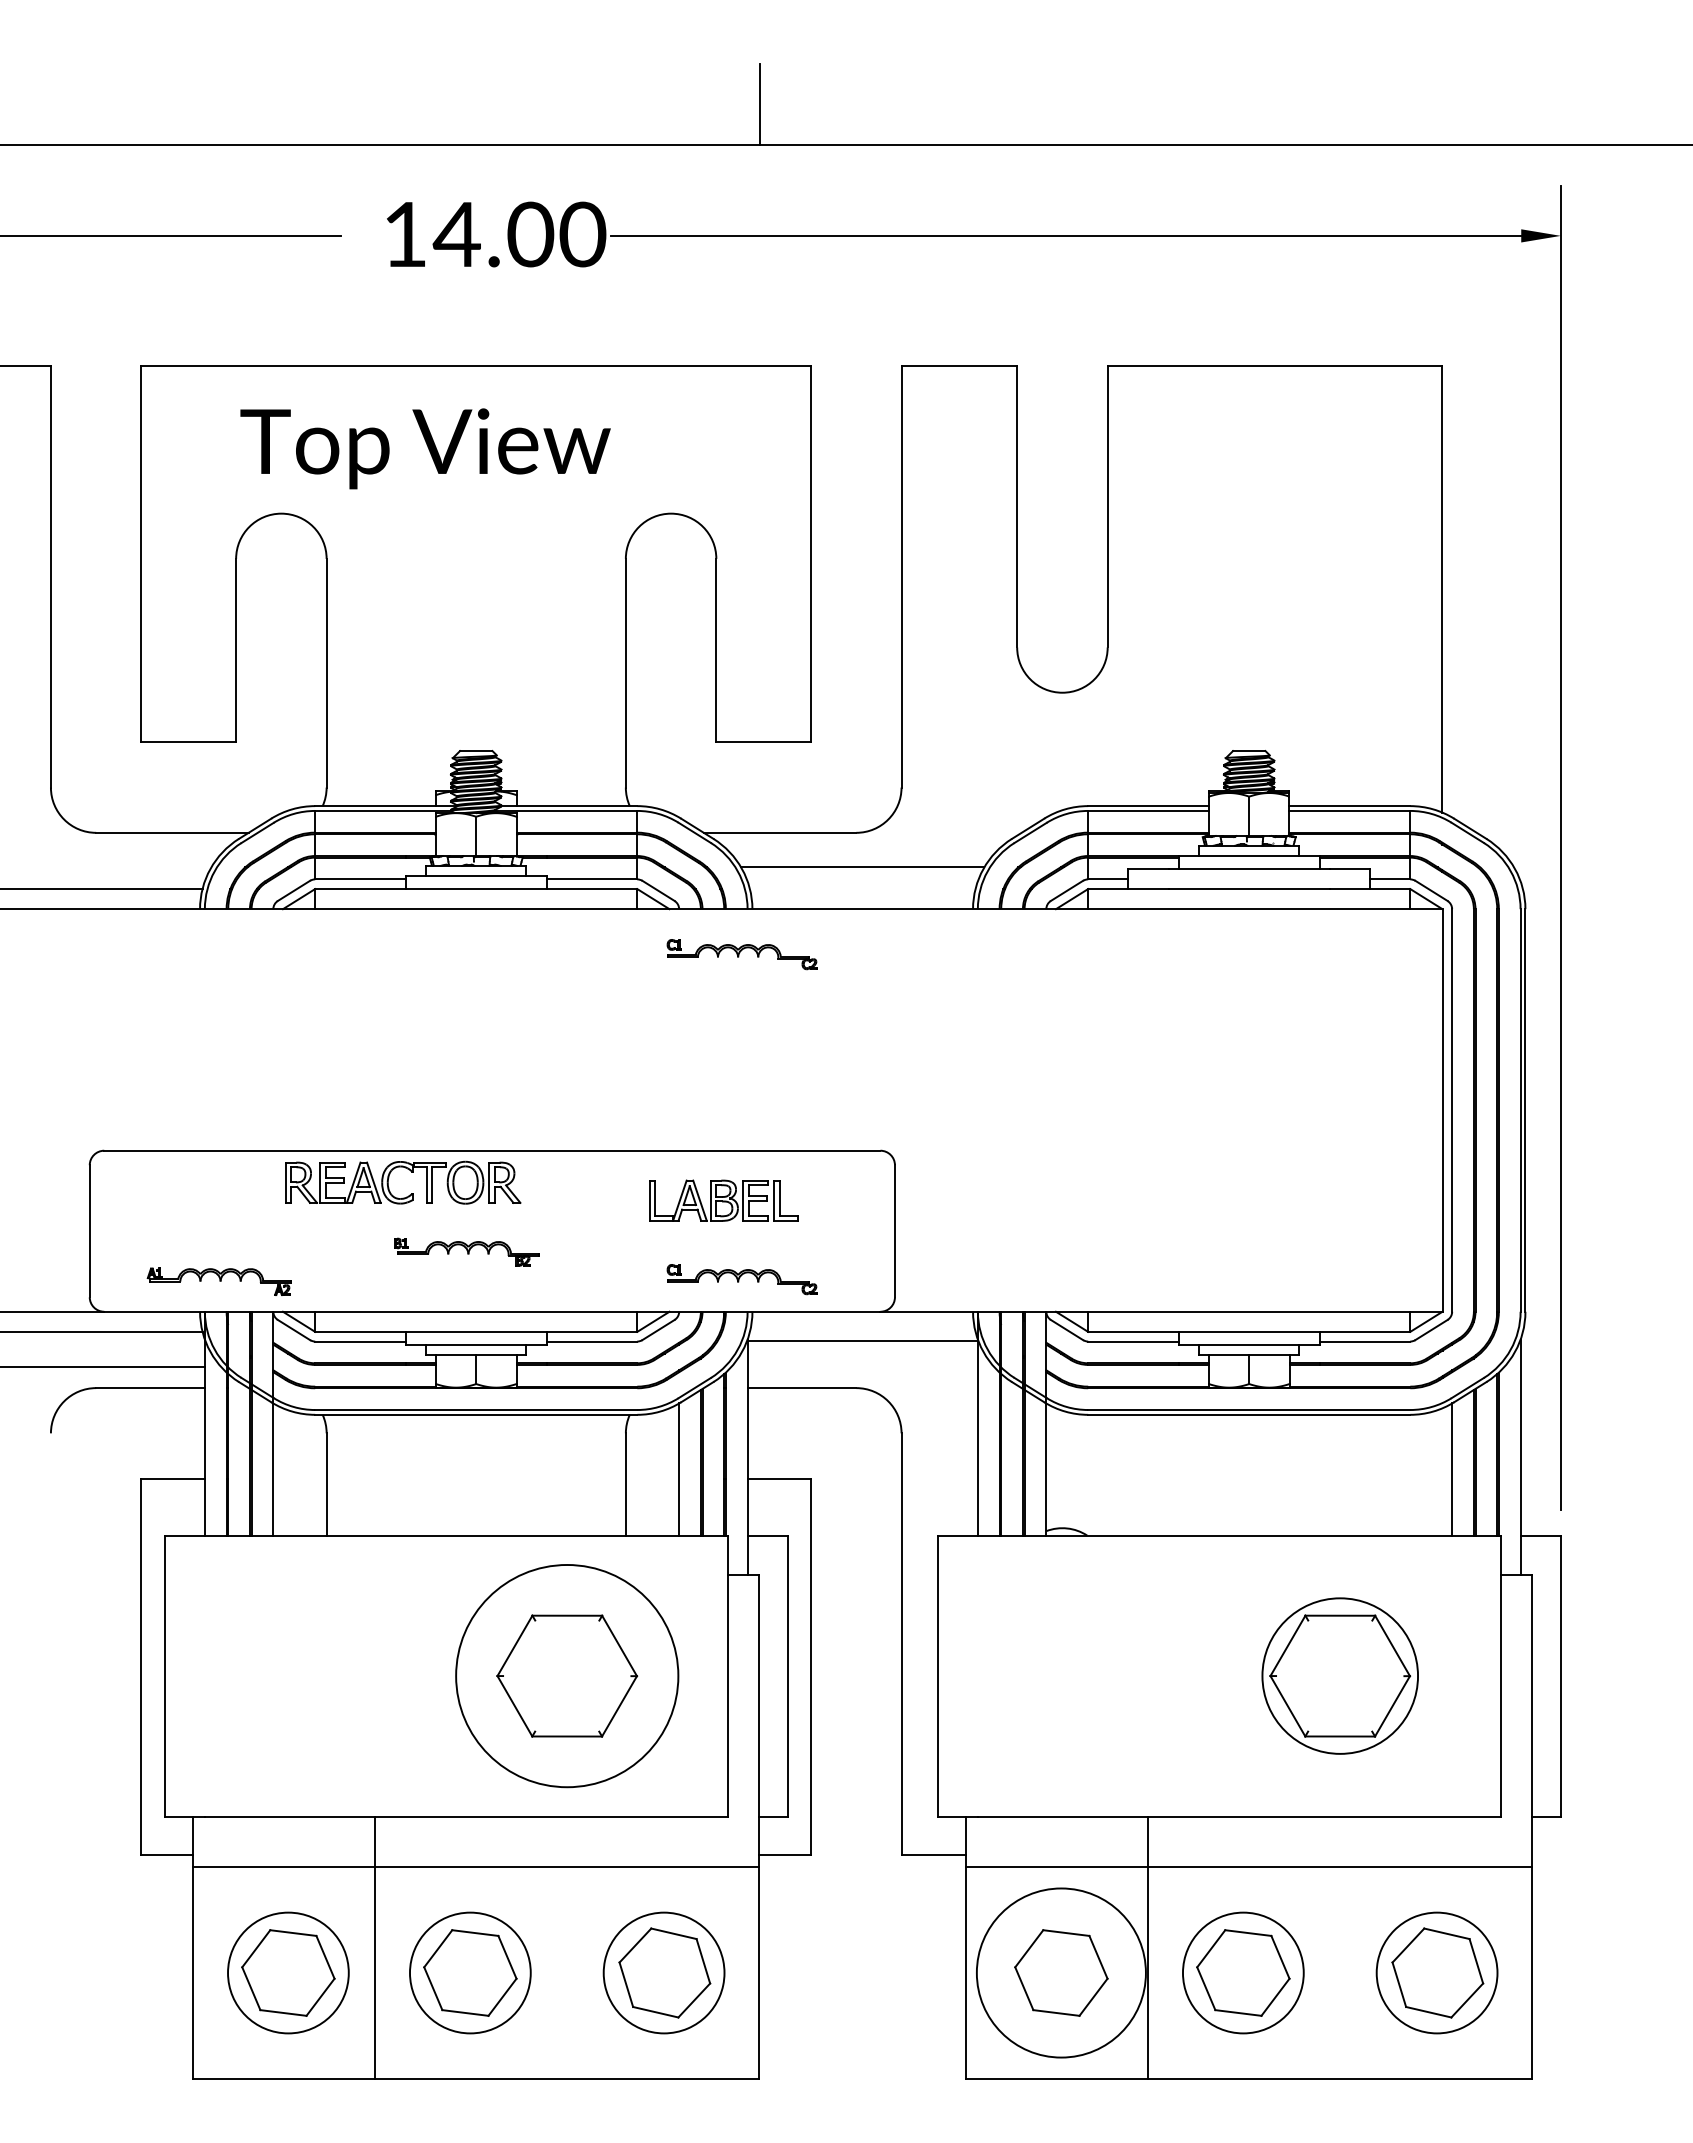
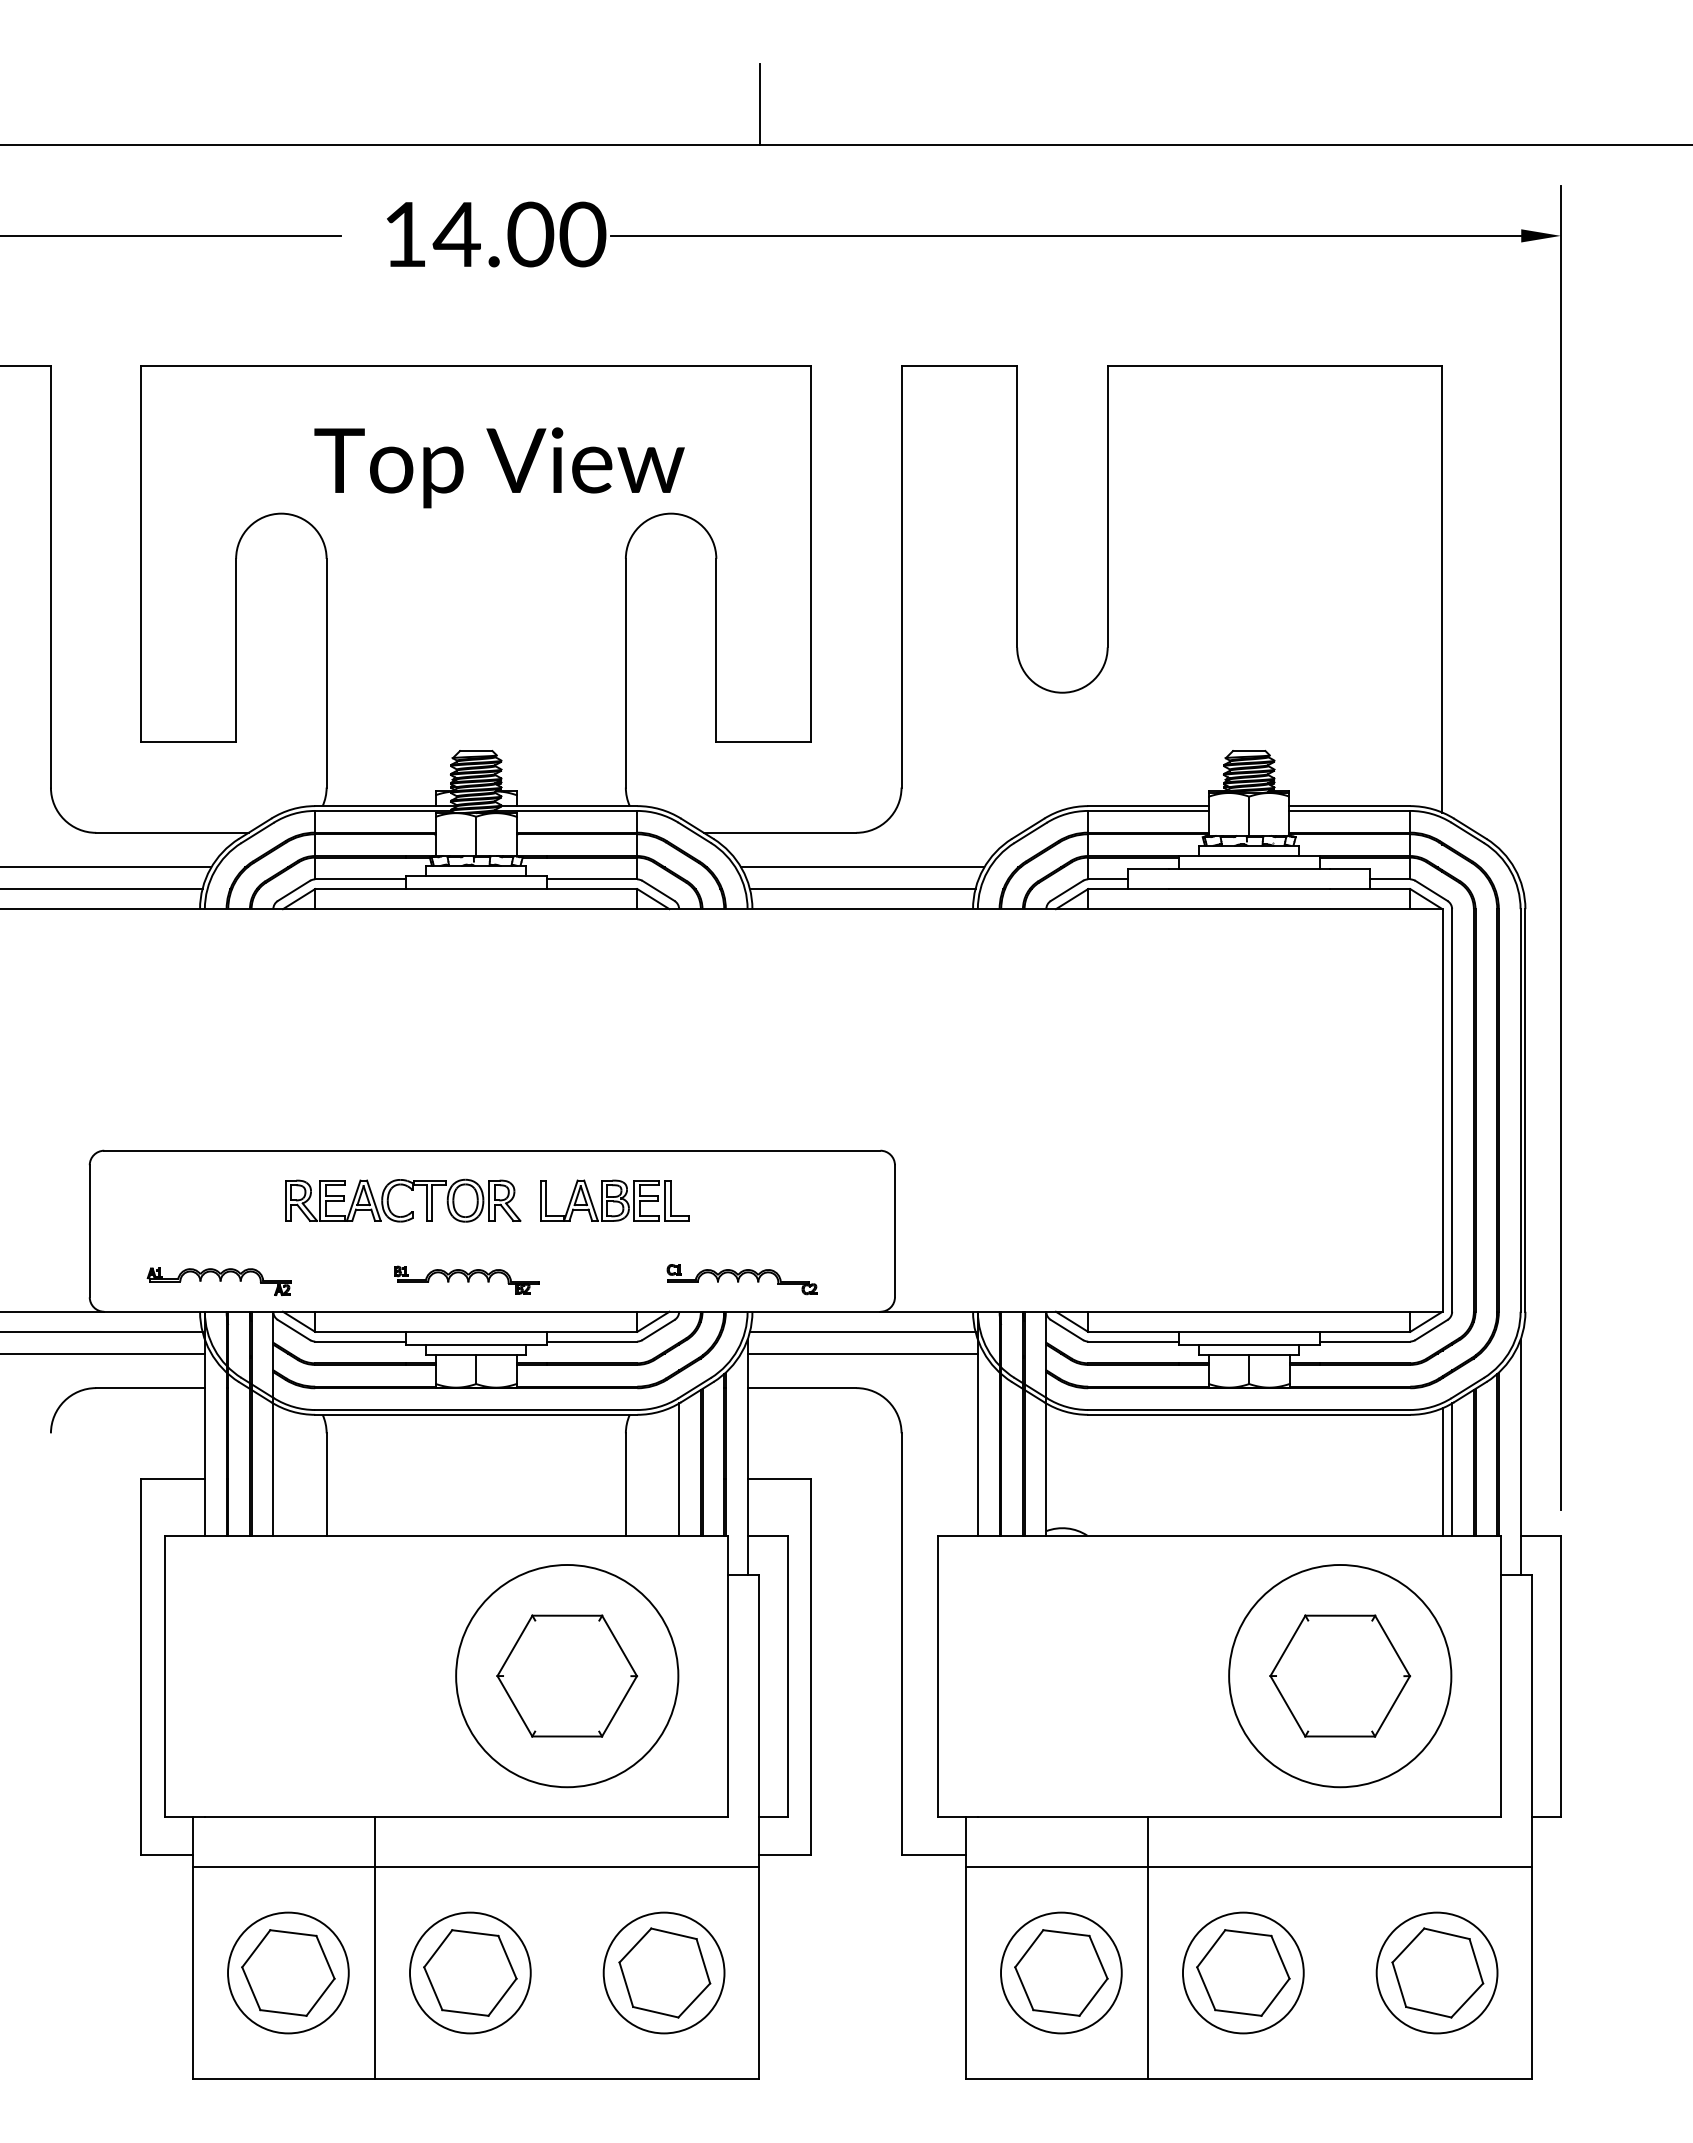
text at (425, 448) position: (425, 448) -> (499, 467)
line at (106, 867): none -> present
line at (862, 889): none -> present
part at (741, 954): present -> none
part at (411, 1172) position: (411, 1172) -> (411, 1190)
part at (723, 1200) position: (723, 1200) -> (614, 1200)
part at (466, 1251) position: (466, 1251) -> (466, 1279)
line at (862, 1331): none -> present
line at (862, 1340) position: (862, 1340) -> (862, 1353)
line at (103, 1366) position: (103, 1366) -> (103, 1353)
line at (1442, 1471): none -> present
circle at (1340, 1675) diameter: 156 px -> 222 px
circle at (1060, 1972) diameter: 169 px -> 121 px
